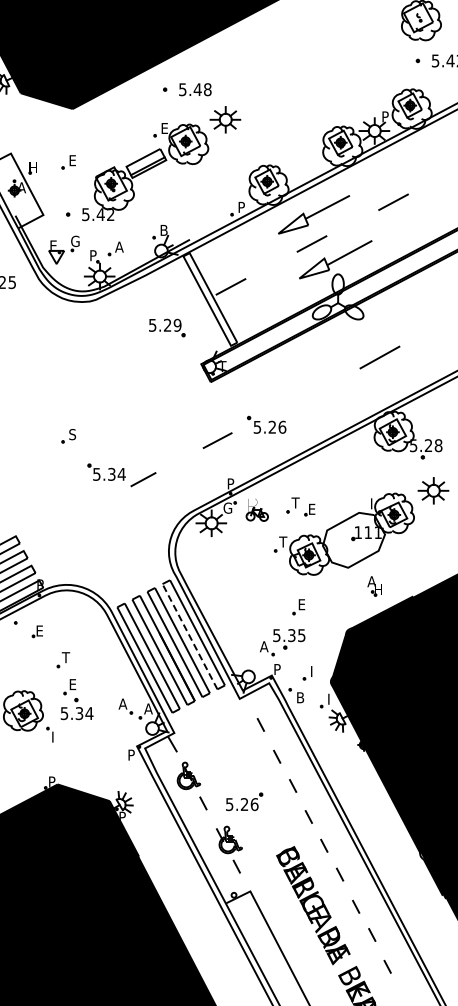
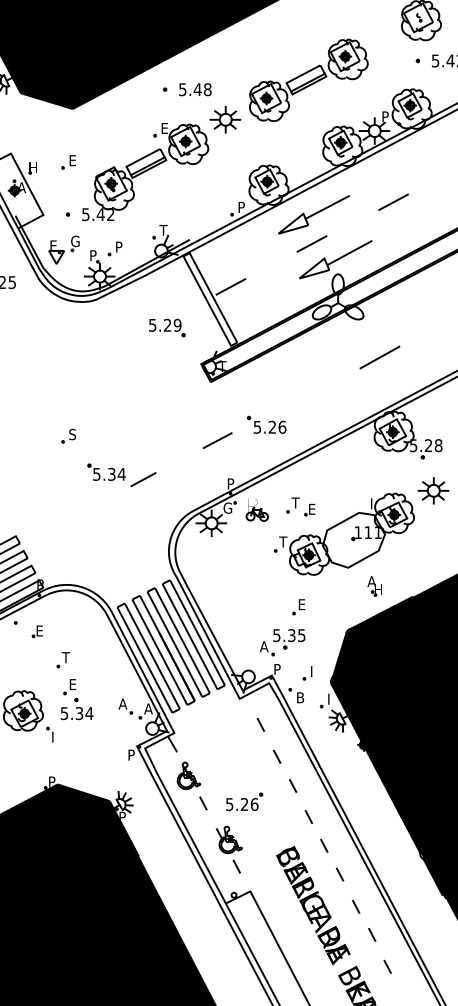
part at (308, 79): none -> present
text at (163, 229): B -> T
text at (119, 246): A -> P
line at (189, 636): dashed -> solid
